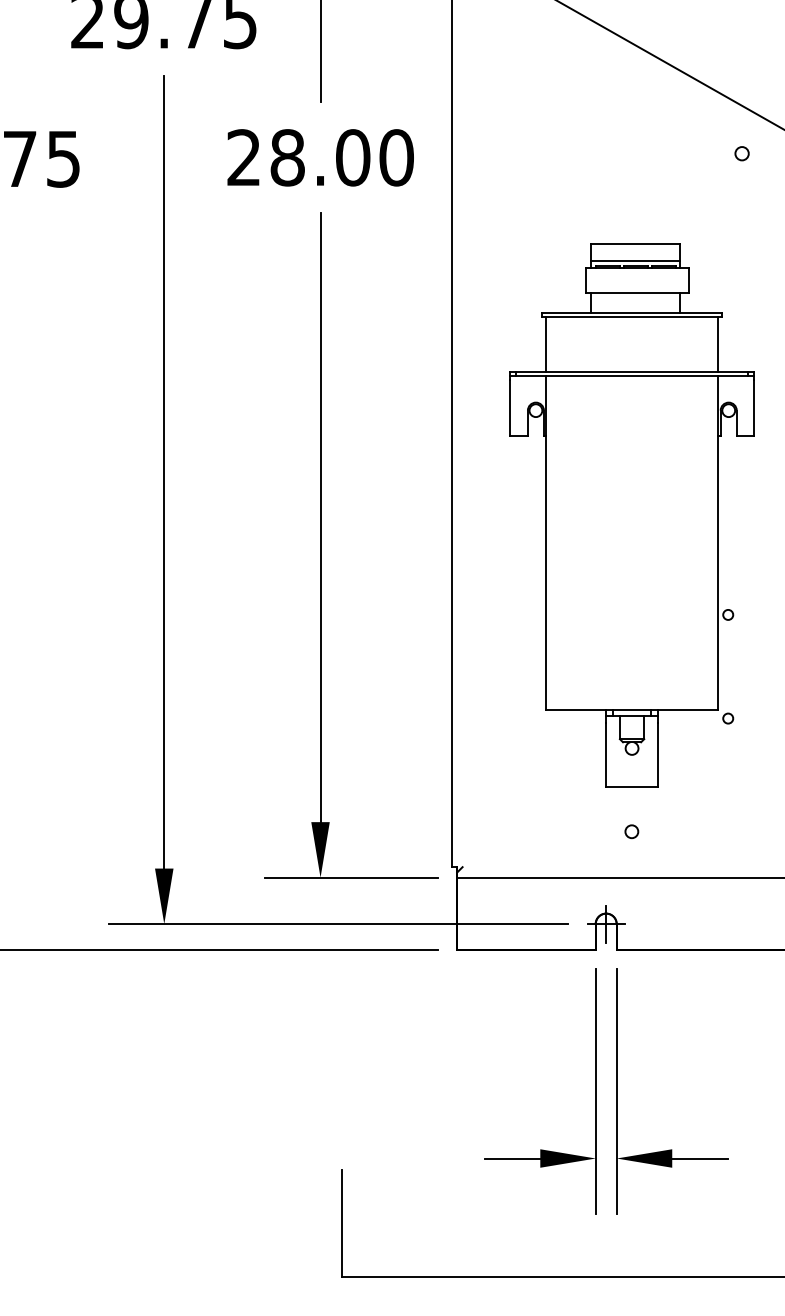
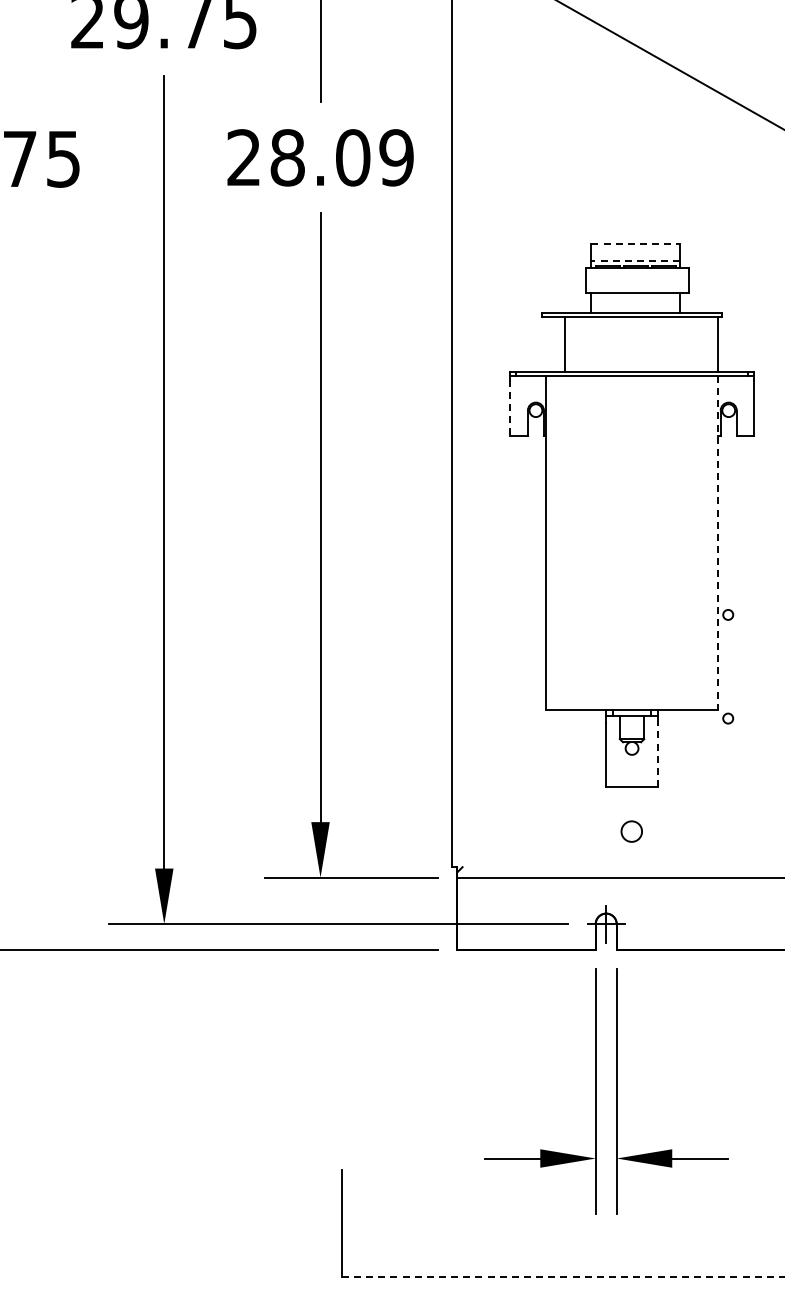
circle at (741, 153): present -> none
text at (396, 157): 28.00 -> 28.09
line at (636, 243): solid -> dashed
line at (635, 261): solid -> dashed
line at (545, 344) position: (545, 344) -> (564, 344)
line at (510, 408): solid -> dashed
line at (718, 542): solid -> dashed
line at (657, 754): solid -> dashed
circle at (631, 831) size: 16x16 px -> 23x23 px
line at (563, 1276): solid -> dashed
